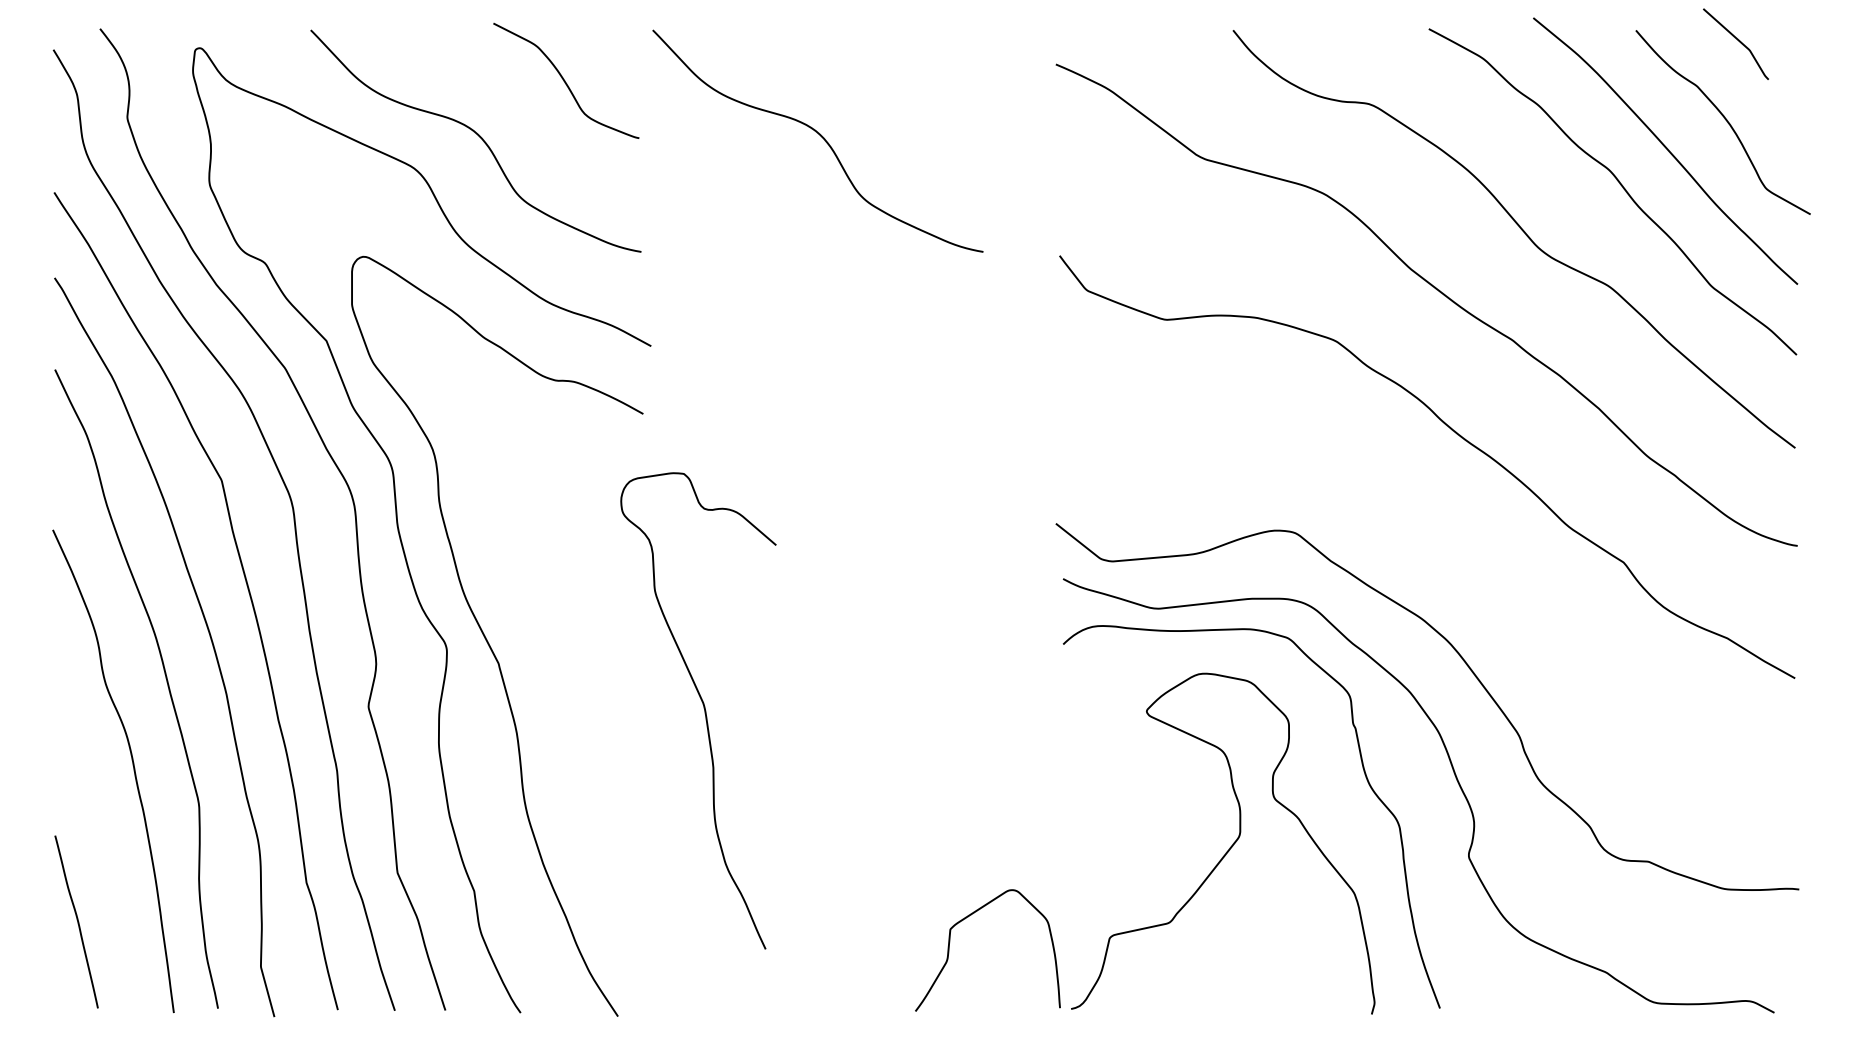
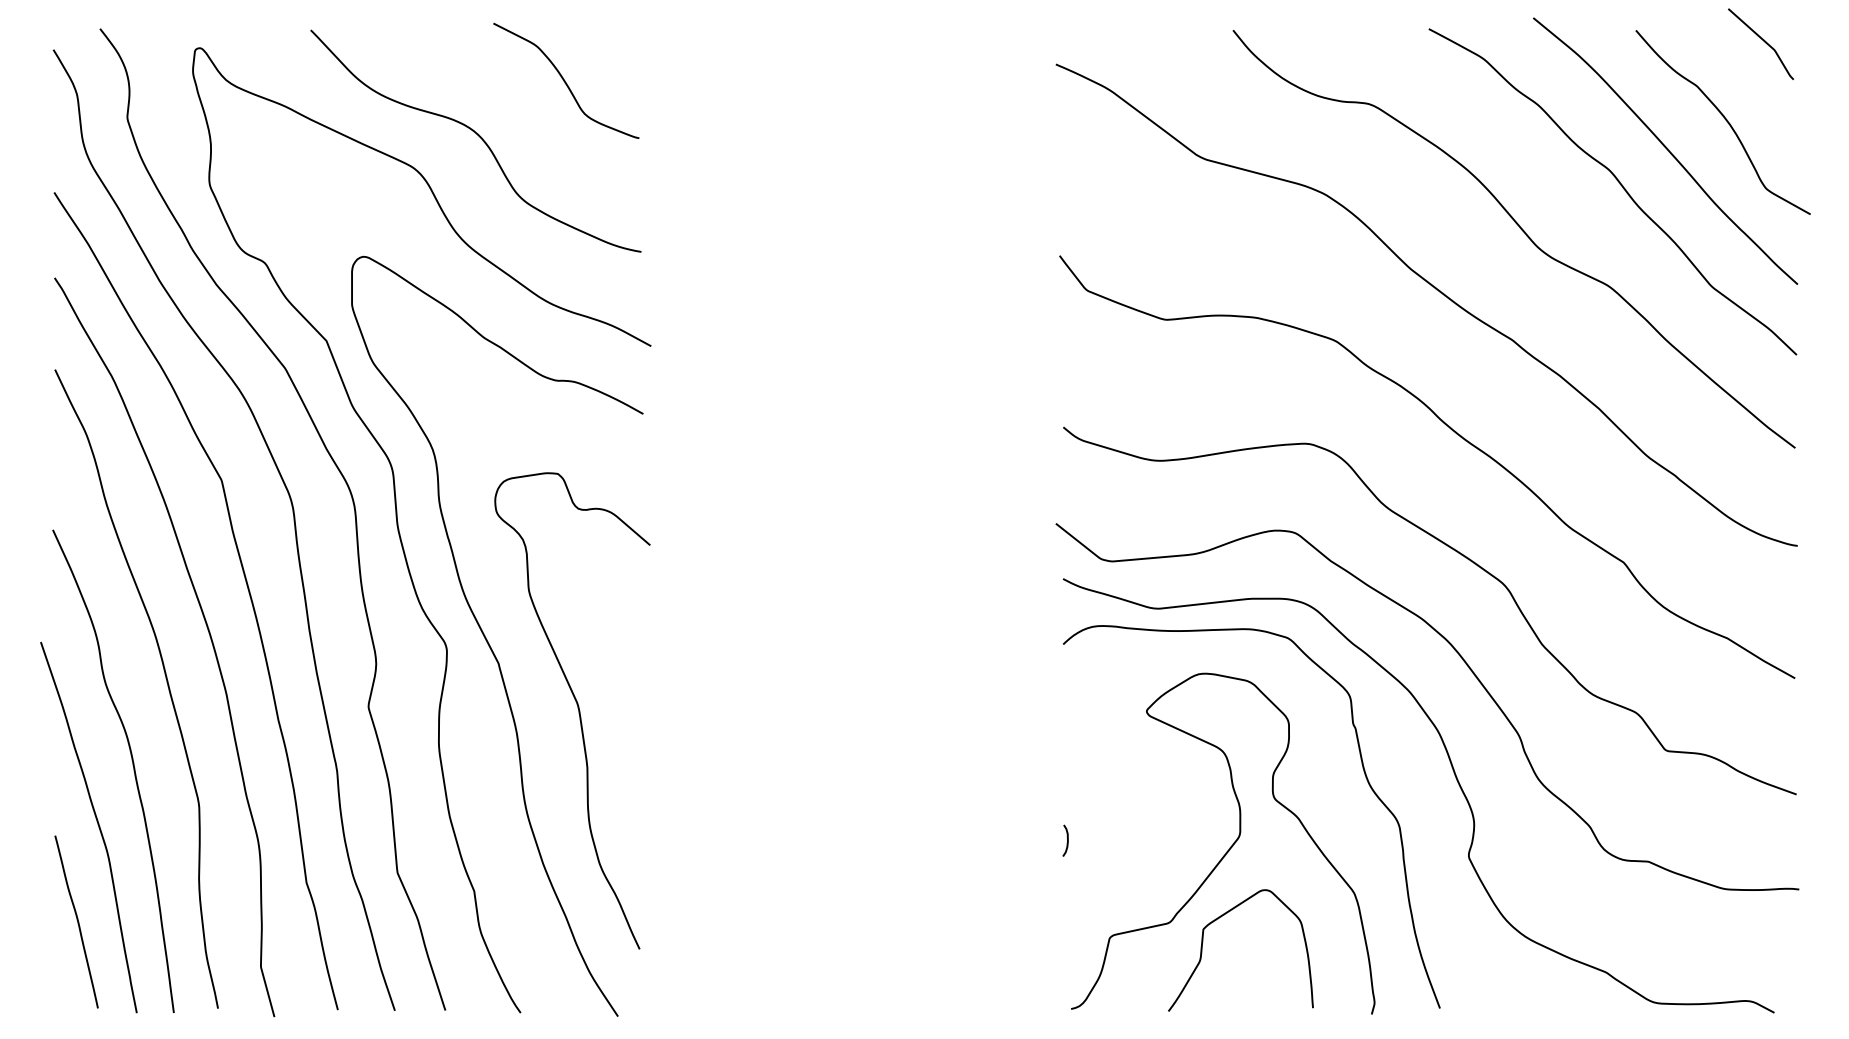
curve at (1737, 40) position: (1737, 40) -> (1762, 40)
curve at (820, 136): present -> none
curve at (1464, 557): none -> present
curve at (703, 708) position: (703, 708) -> (577, 708)
curve at (97, 824): none -> present
curve at (1067, 840): none -> present
curve at (950, 942) position: (950, 942) -> (1203, 942)
